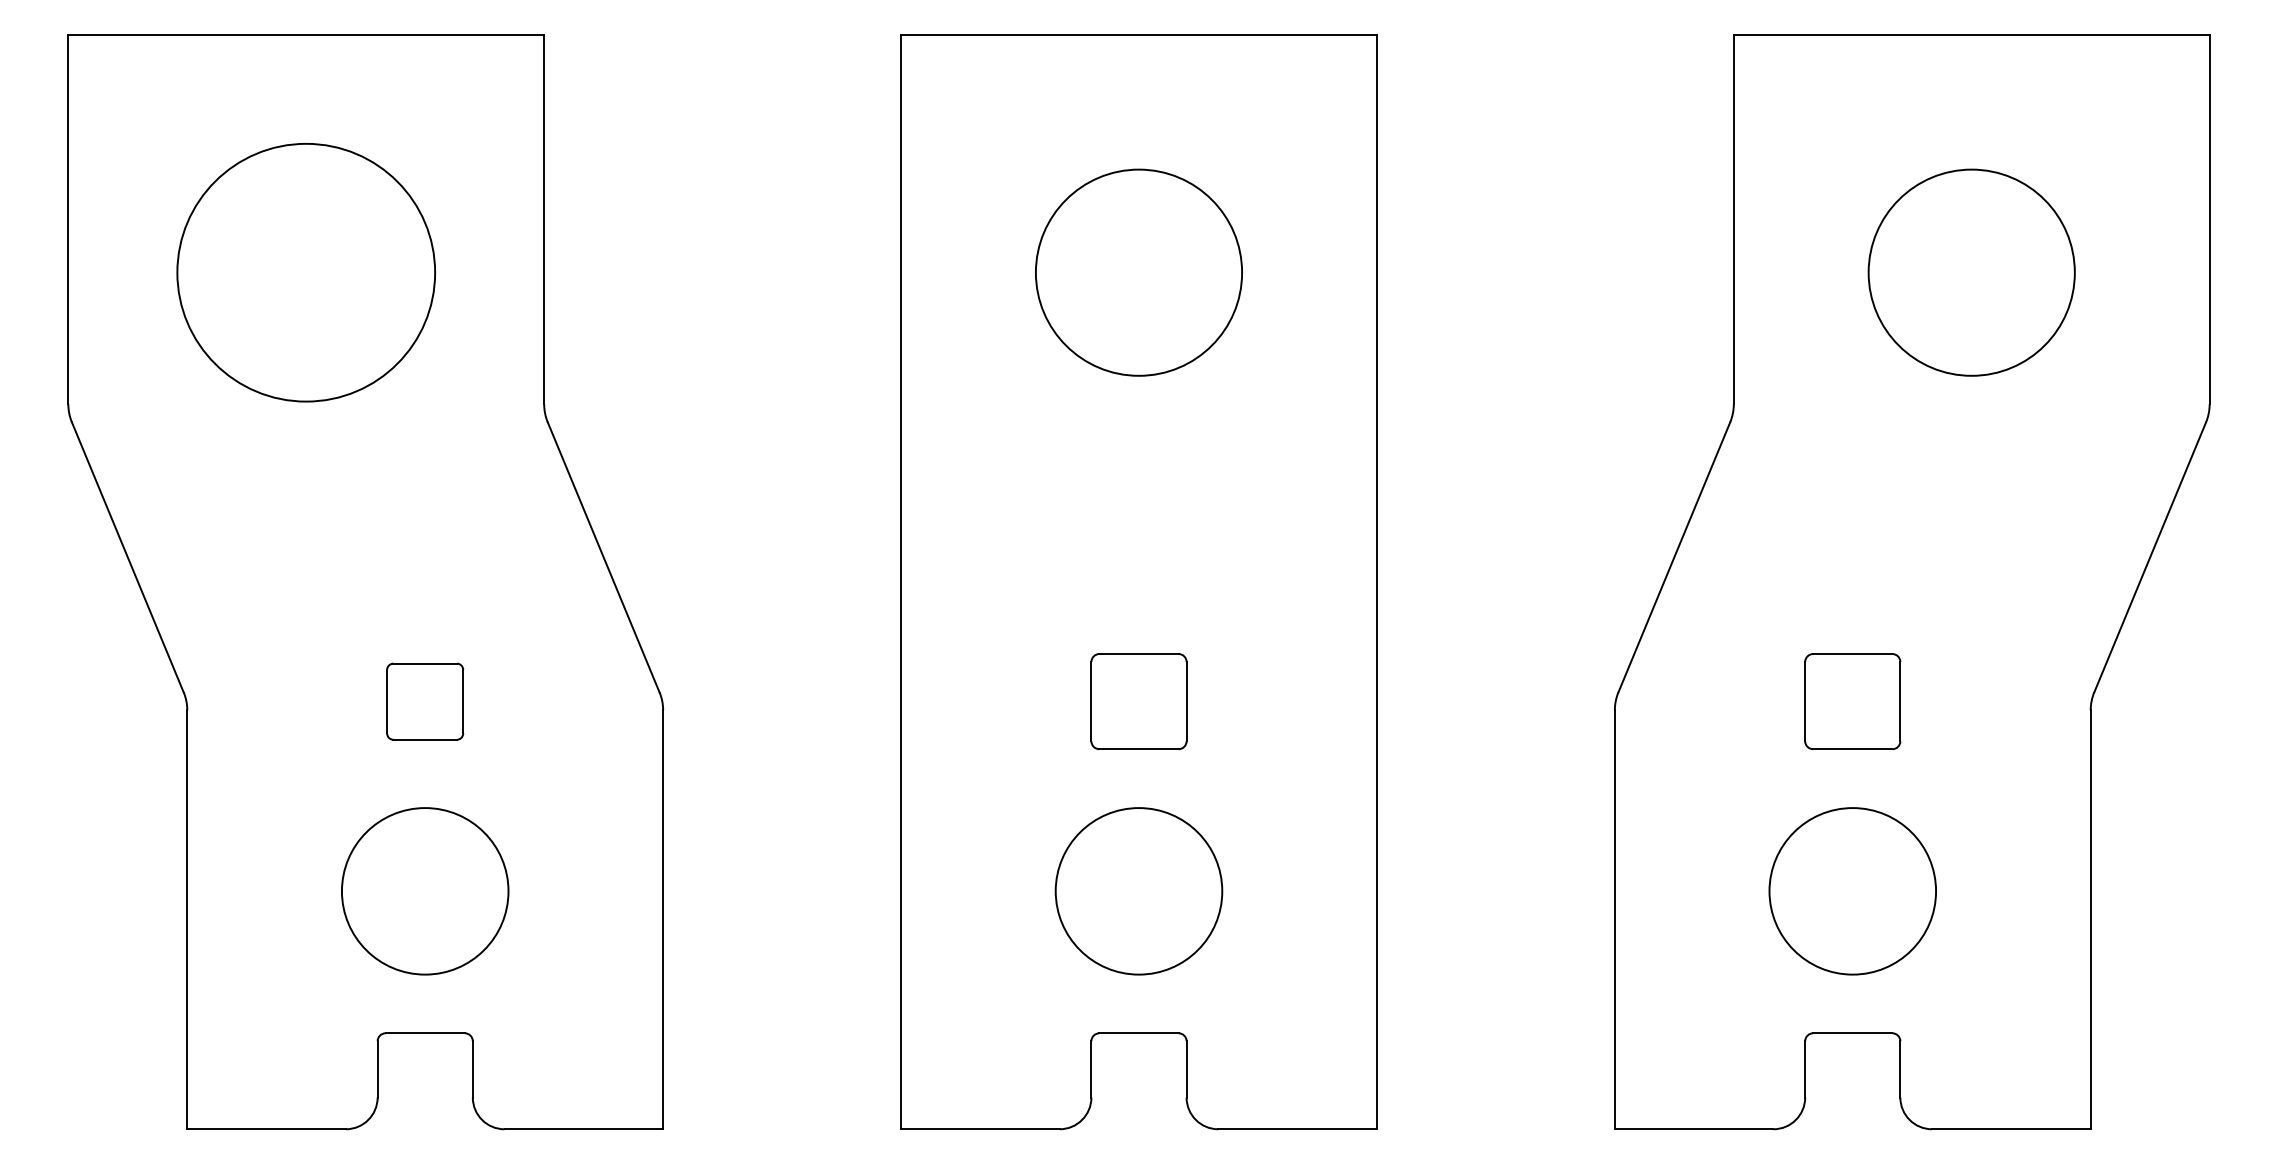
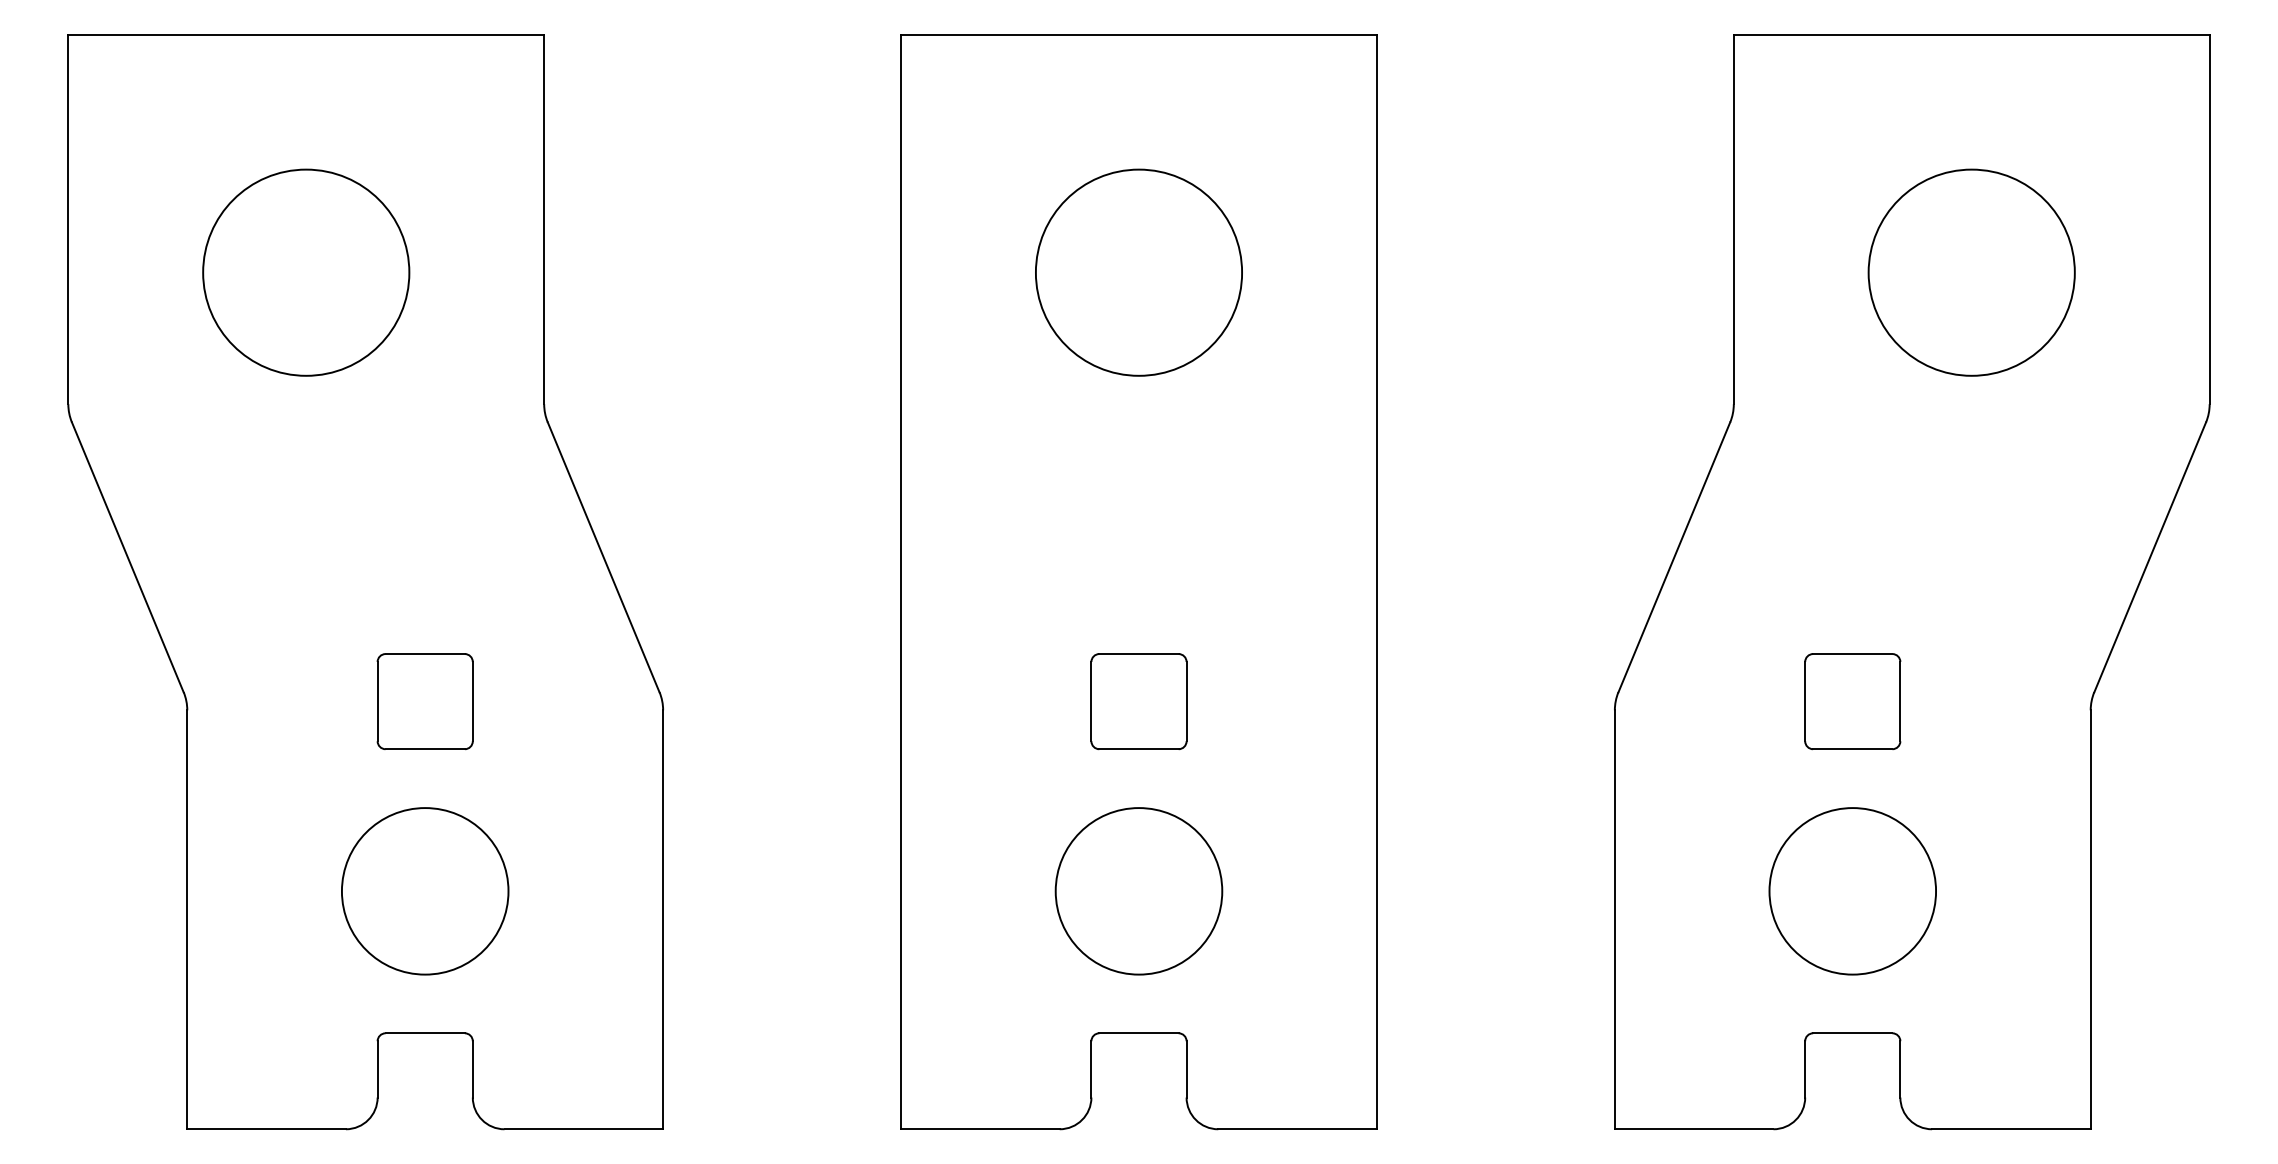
circle at (306, 272) diameter: 258 px -> 206 px
part at (425, 701) size: 79x79 px -> 98x98 px
